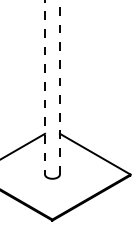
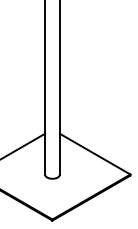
line at (59, 86): dashed -> solid
line at (45, 87): dashed -> solid
